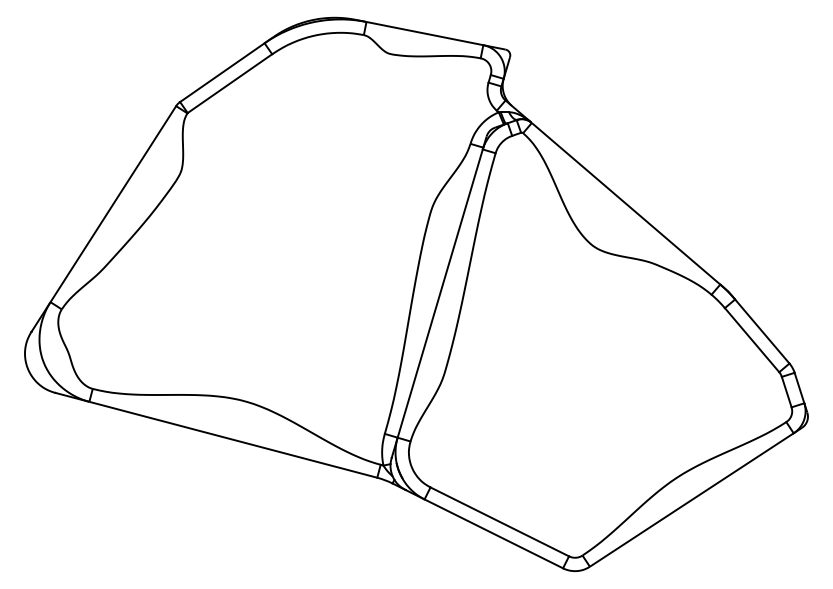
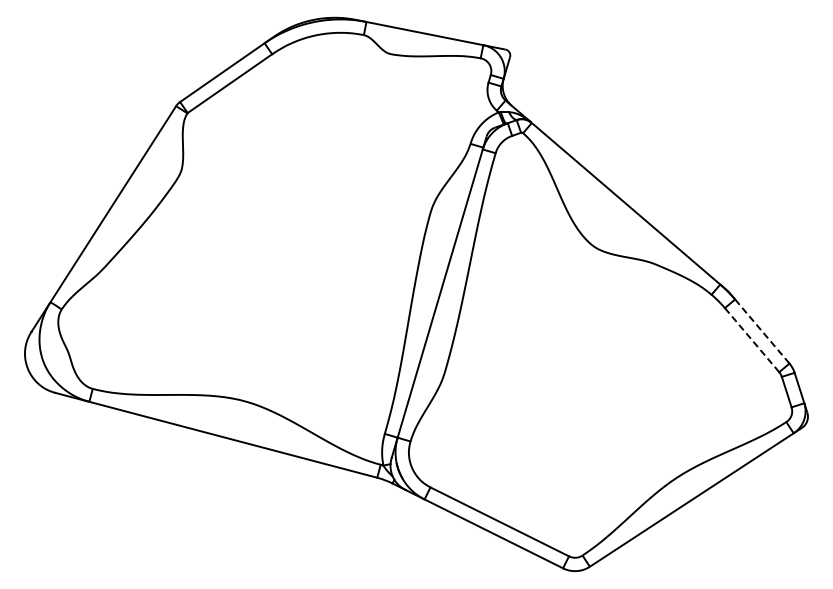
line at (762, 331): solid -> dashed
line at (751, 339): solid -> dashed
